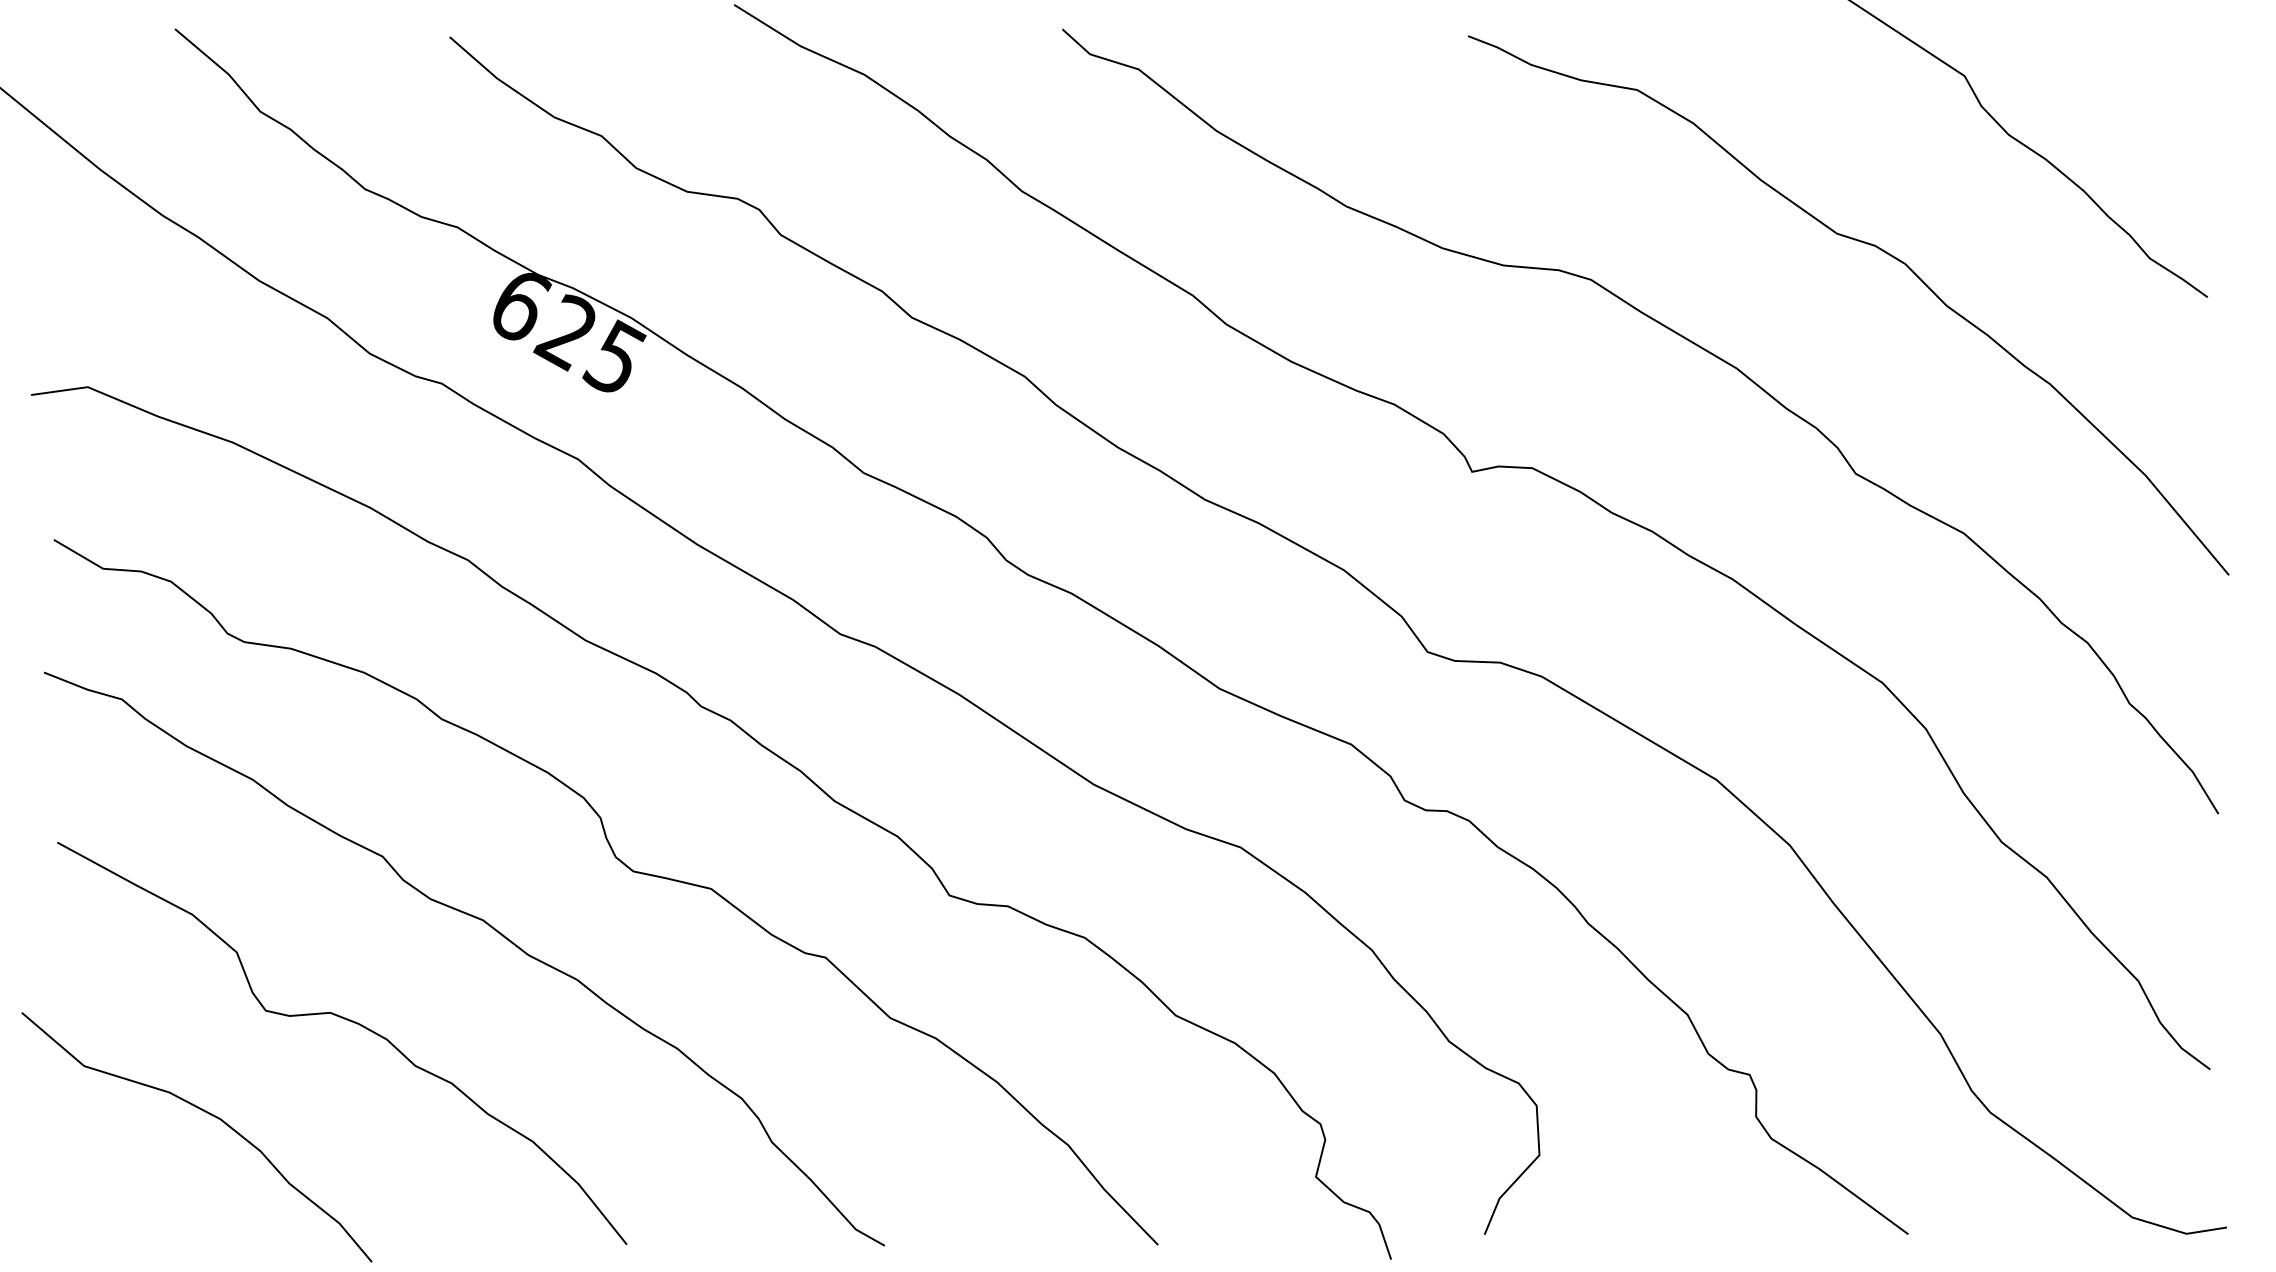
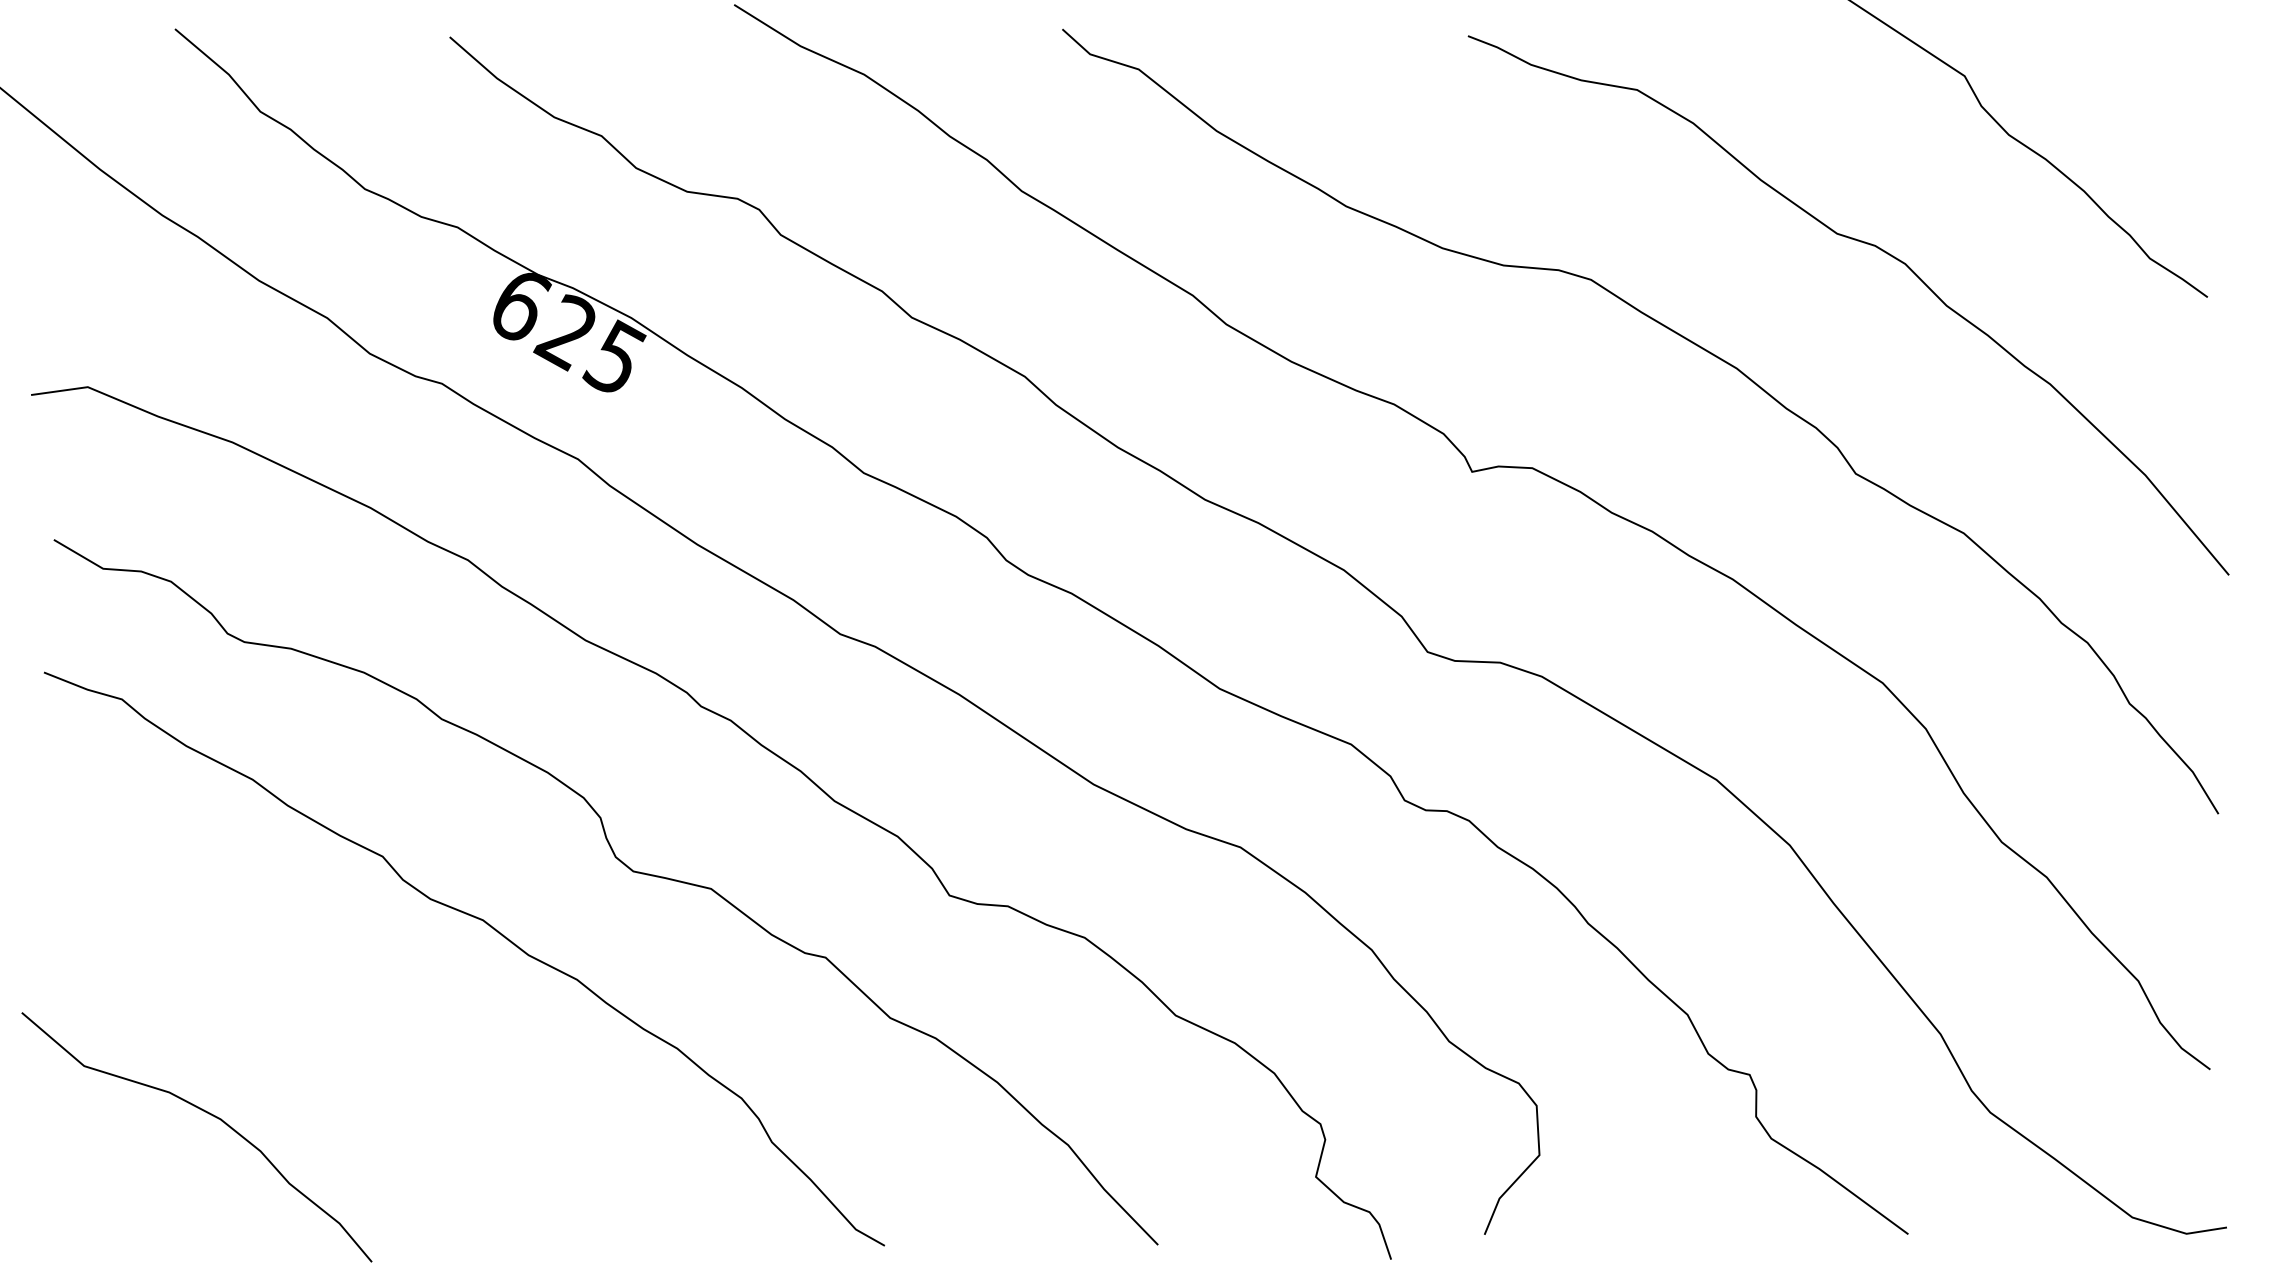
curve at (351, 1022): present -> none
